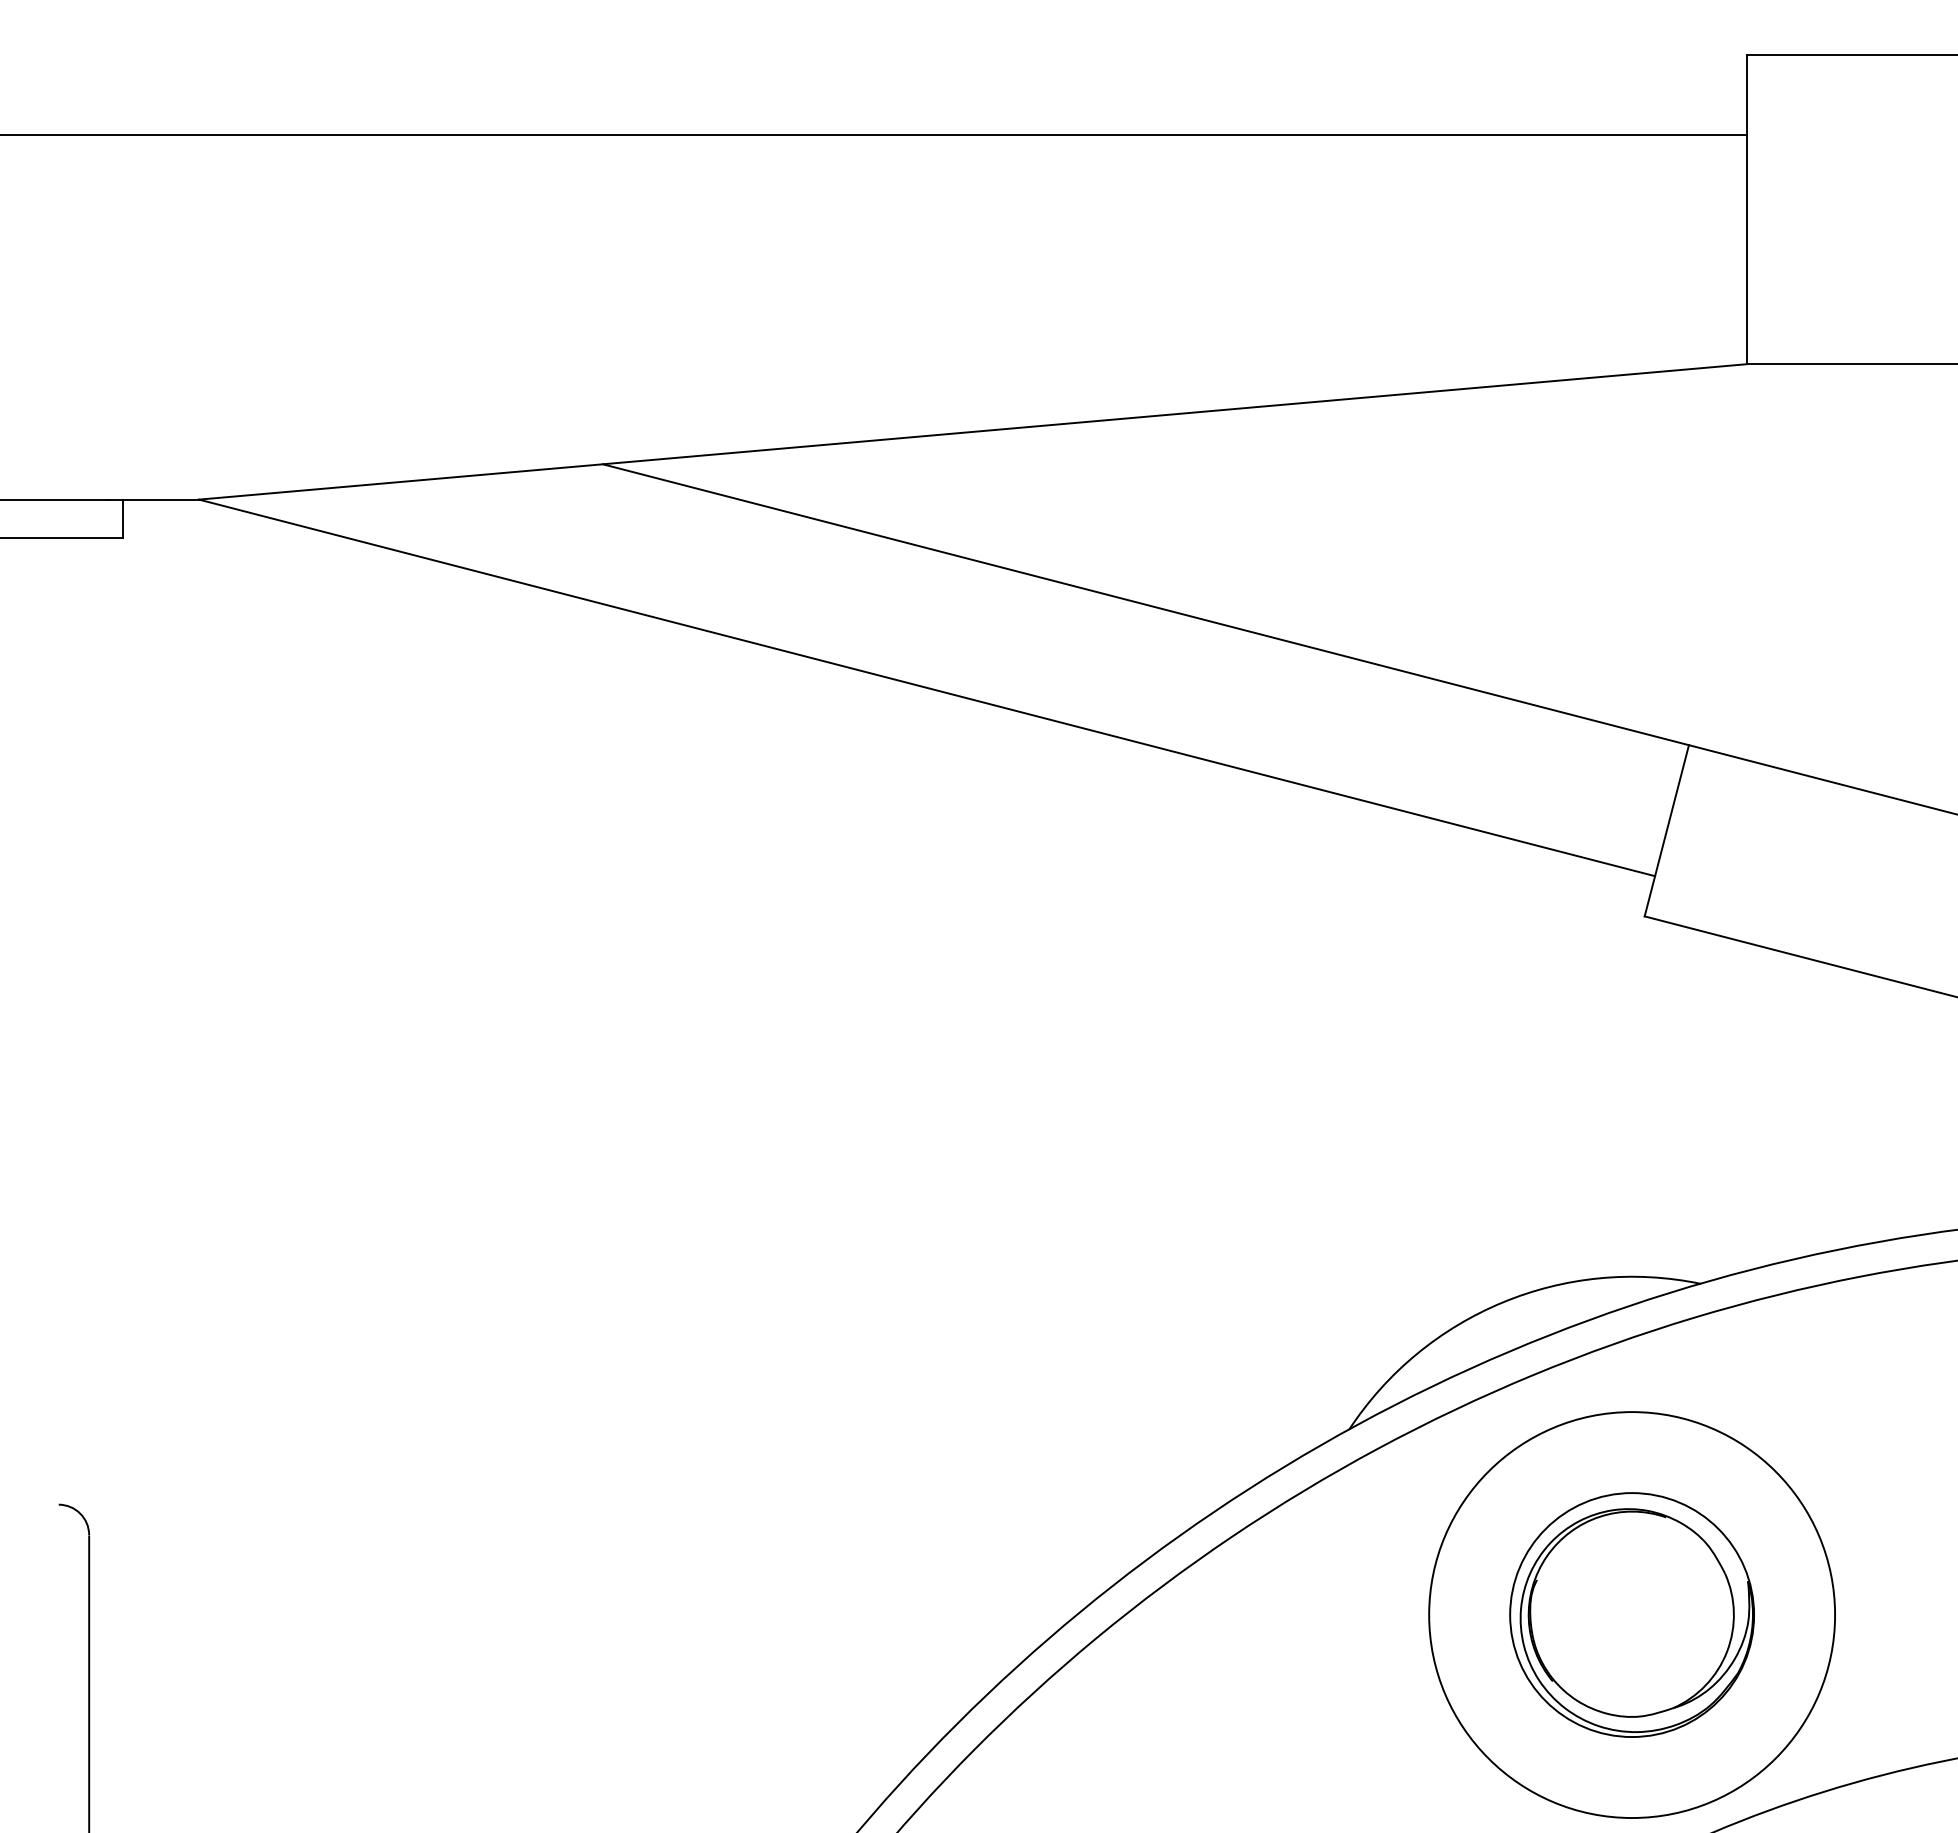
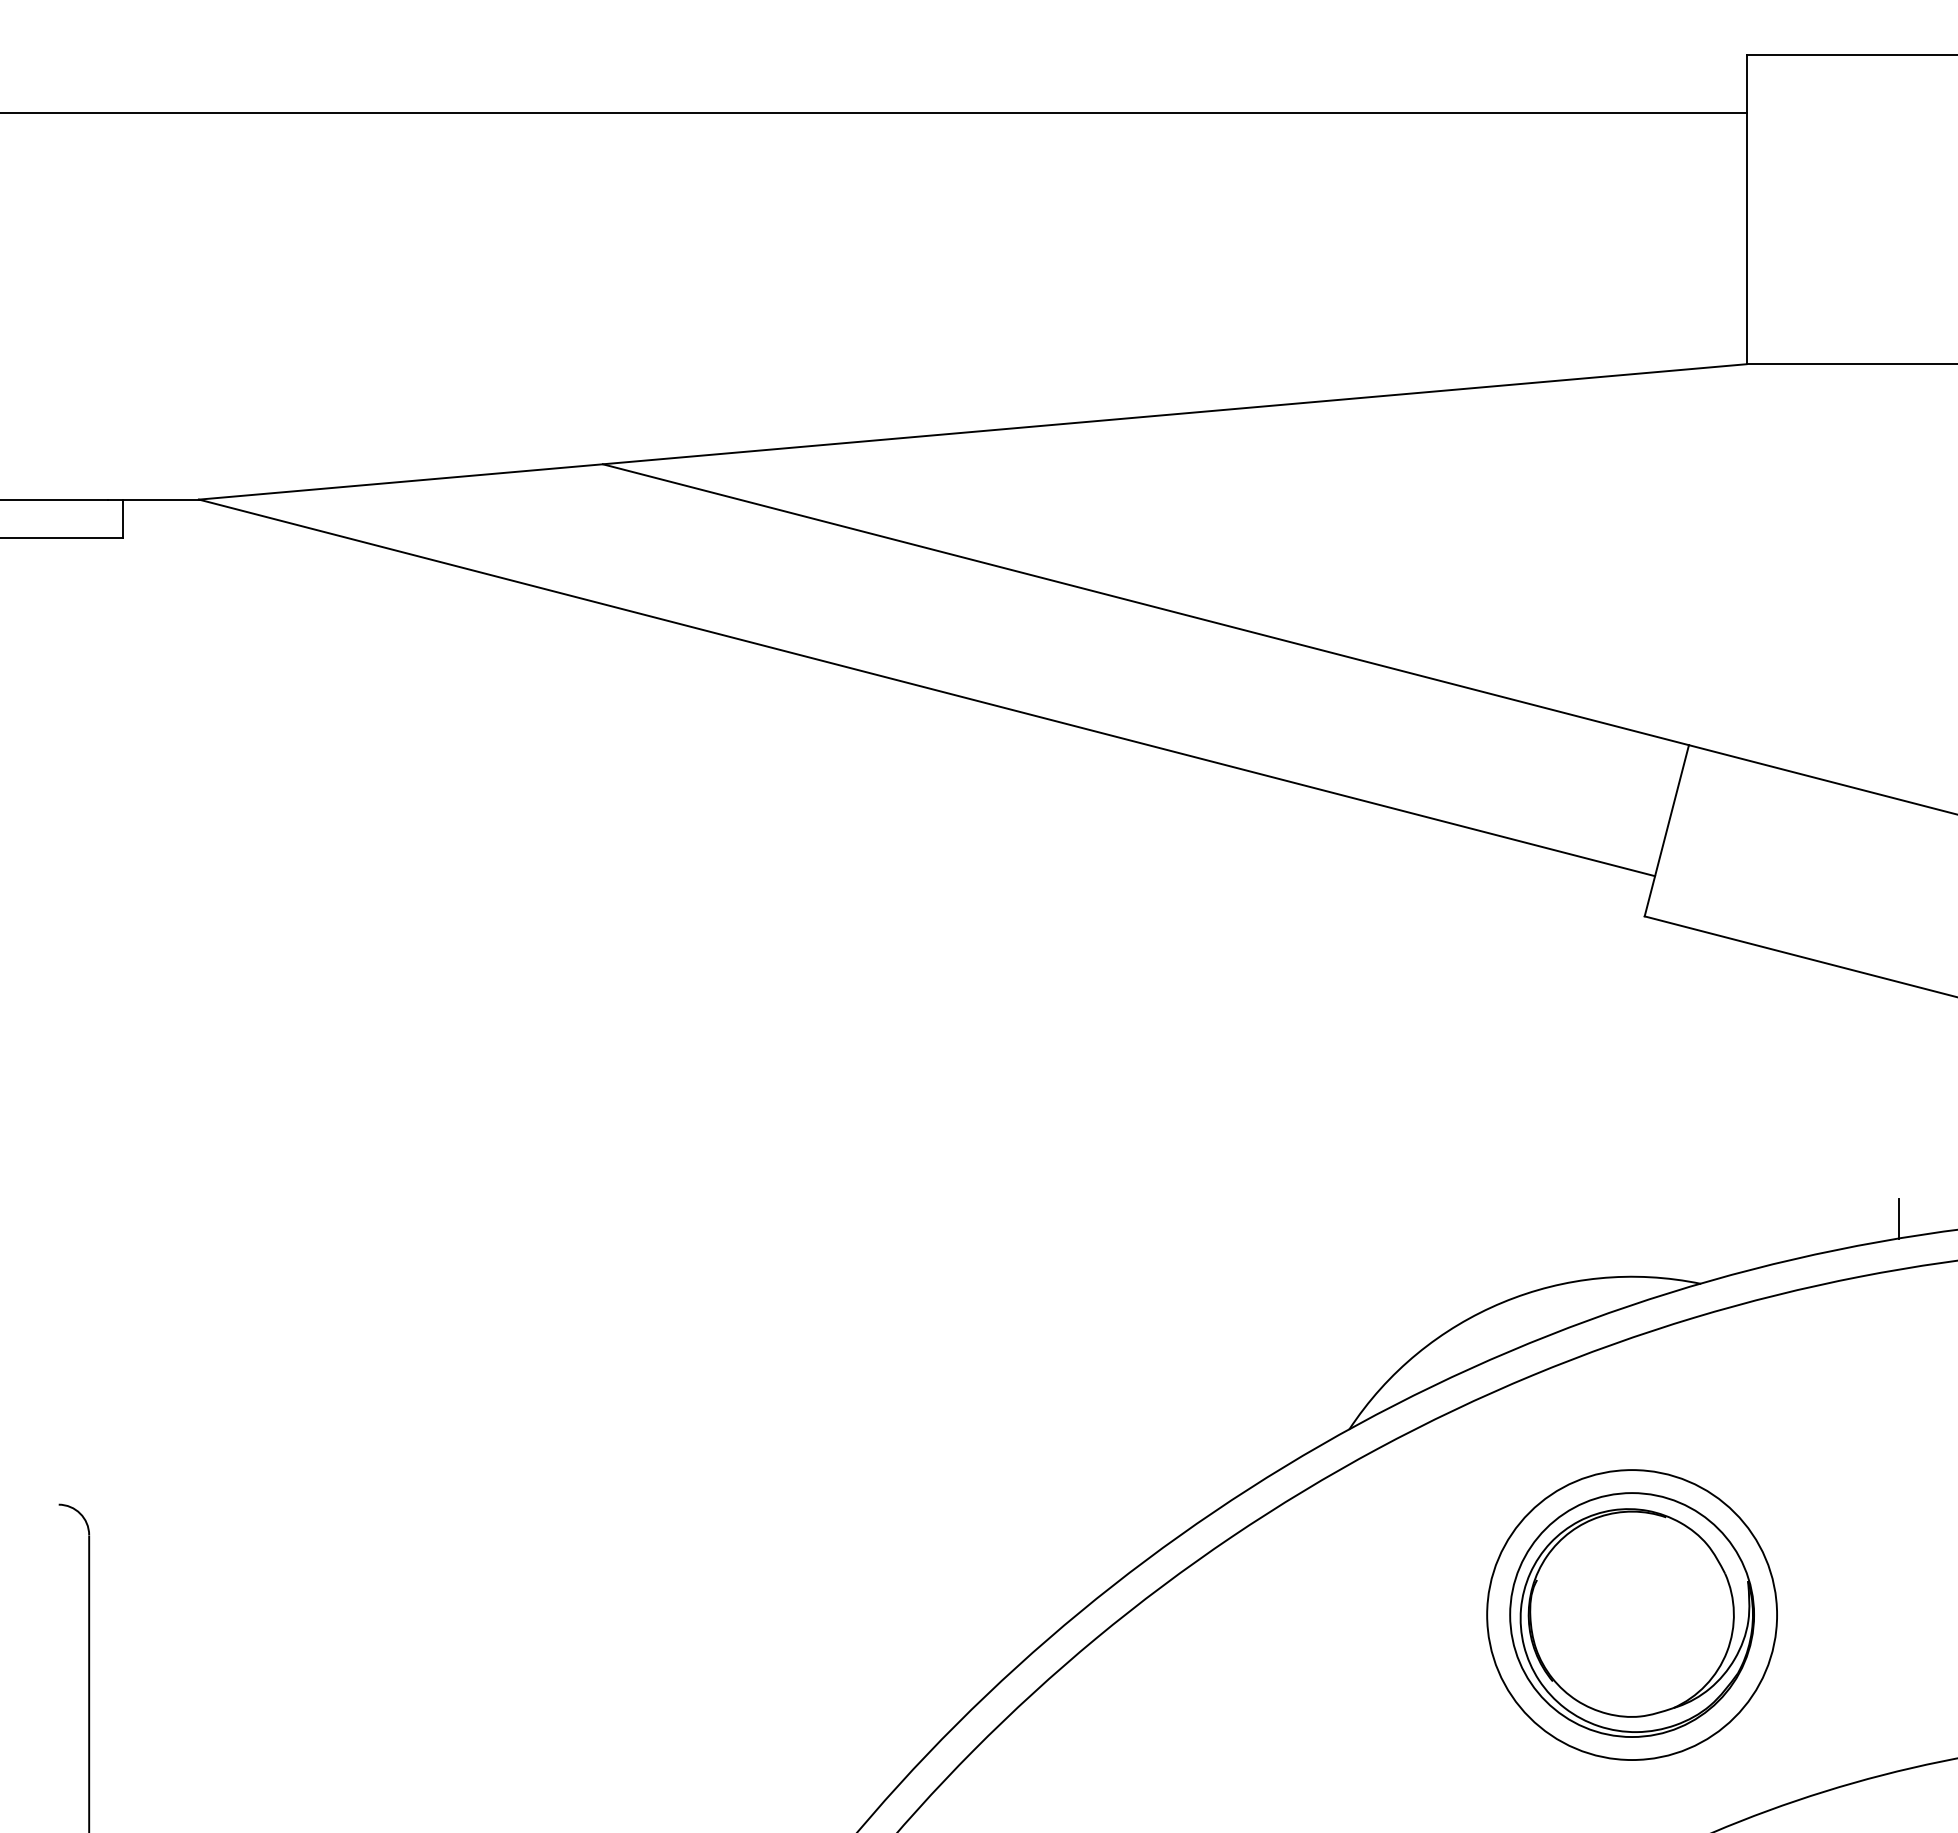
line at (874, 134) position: (874, 134) -> (874, 112)
line at (1899, 1218): none -> present
circle at (1632, 1615) diameter: 406 px -> 290 px
